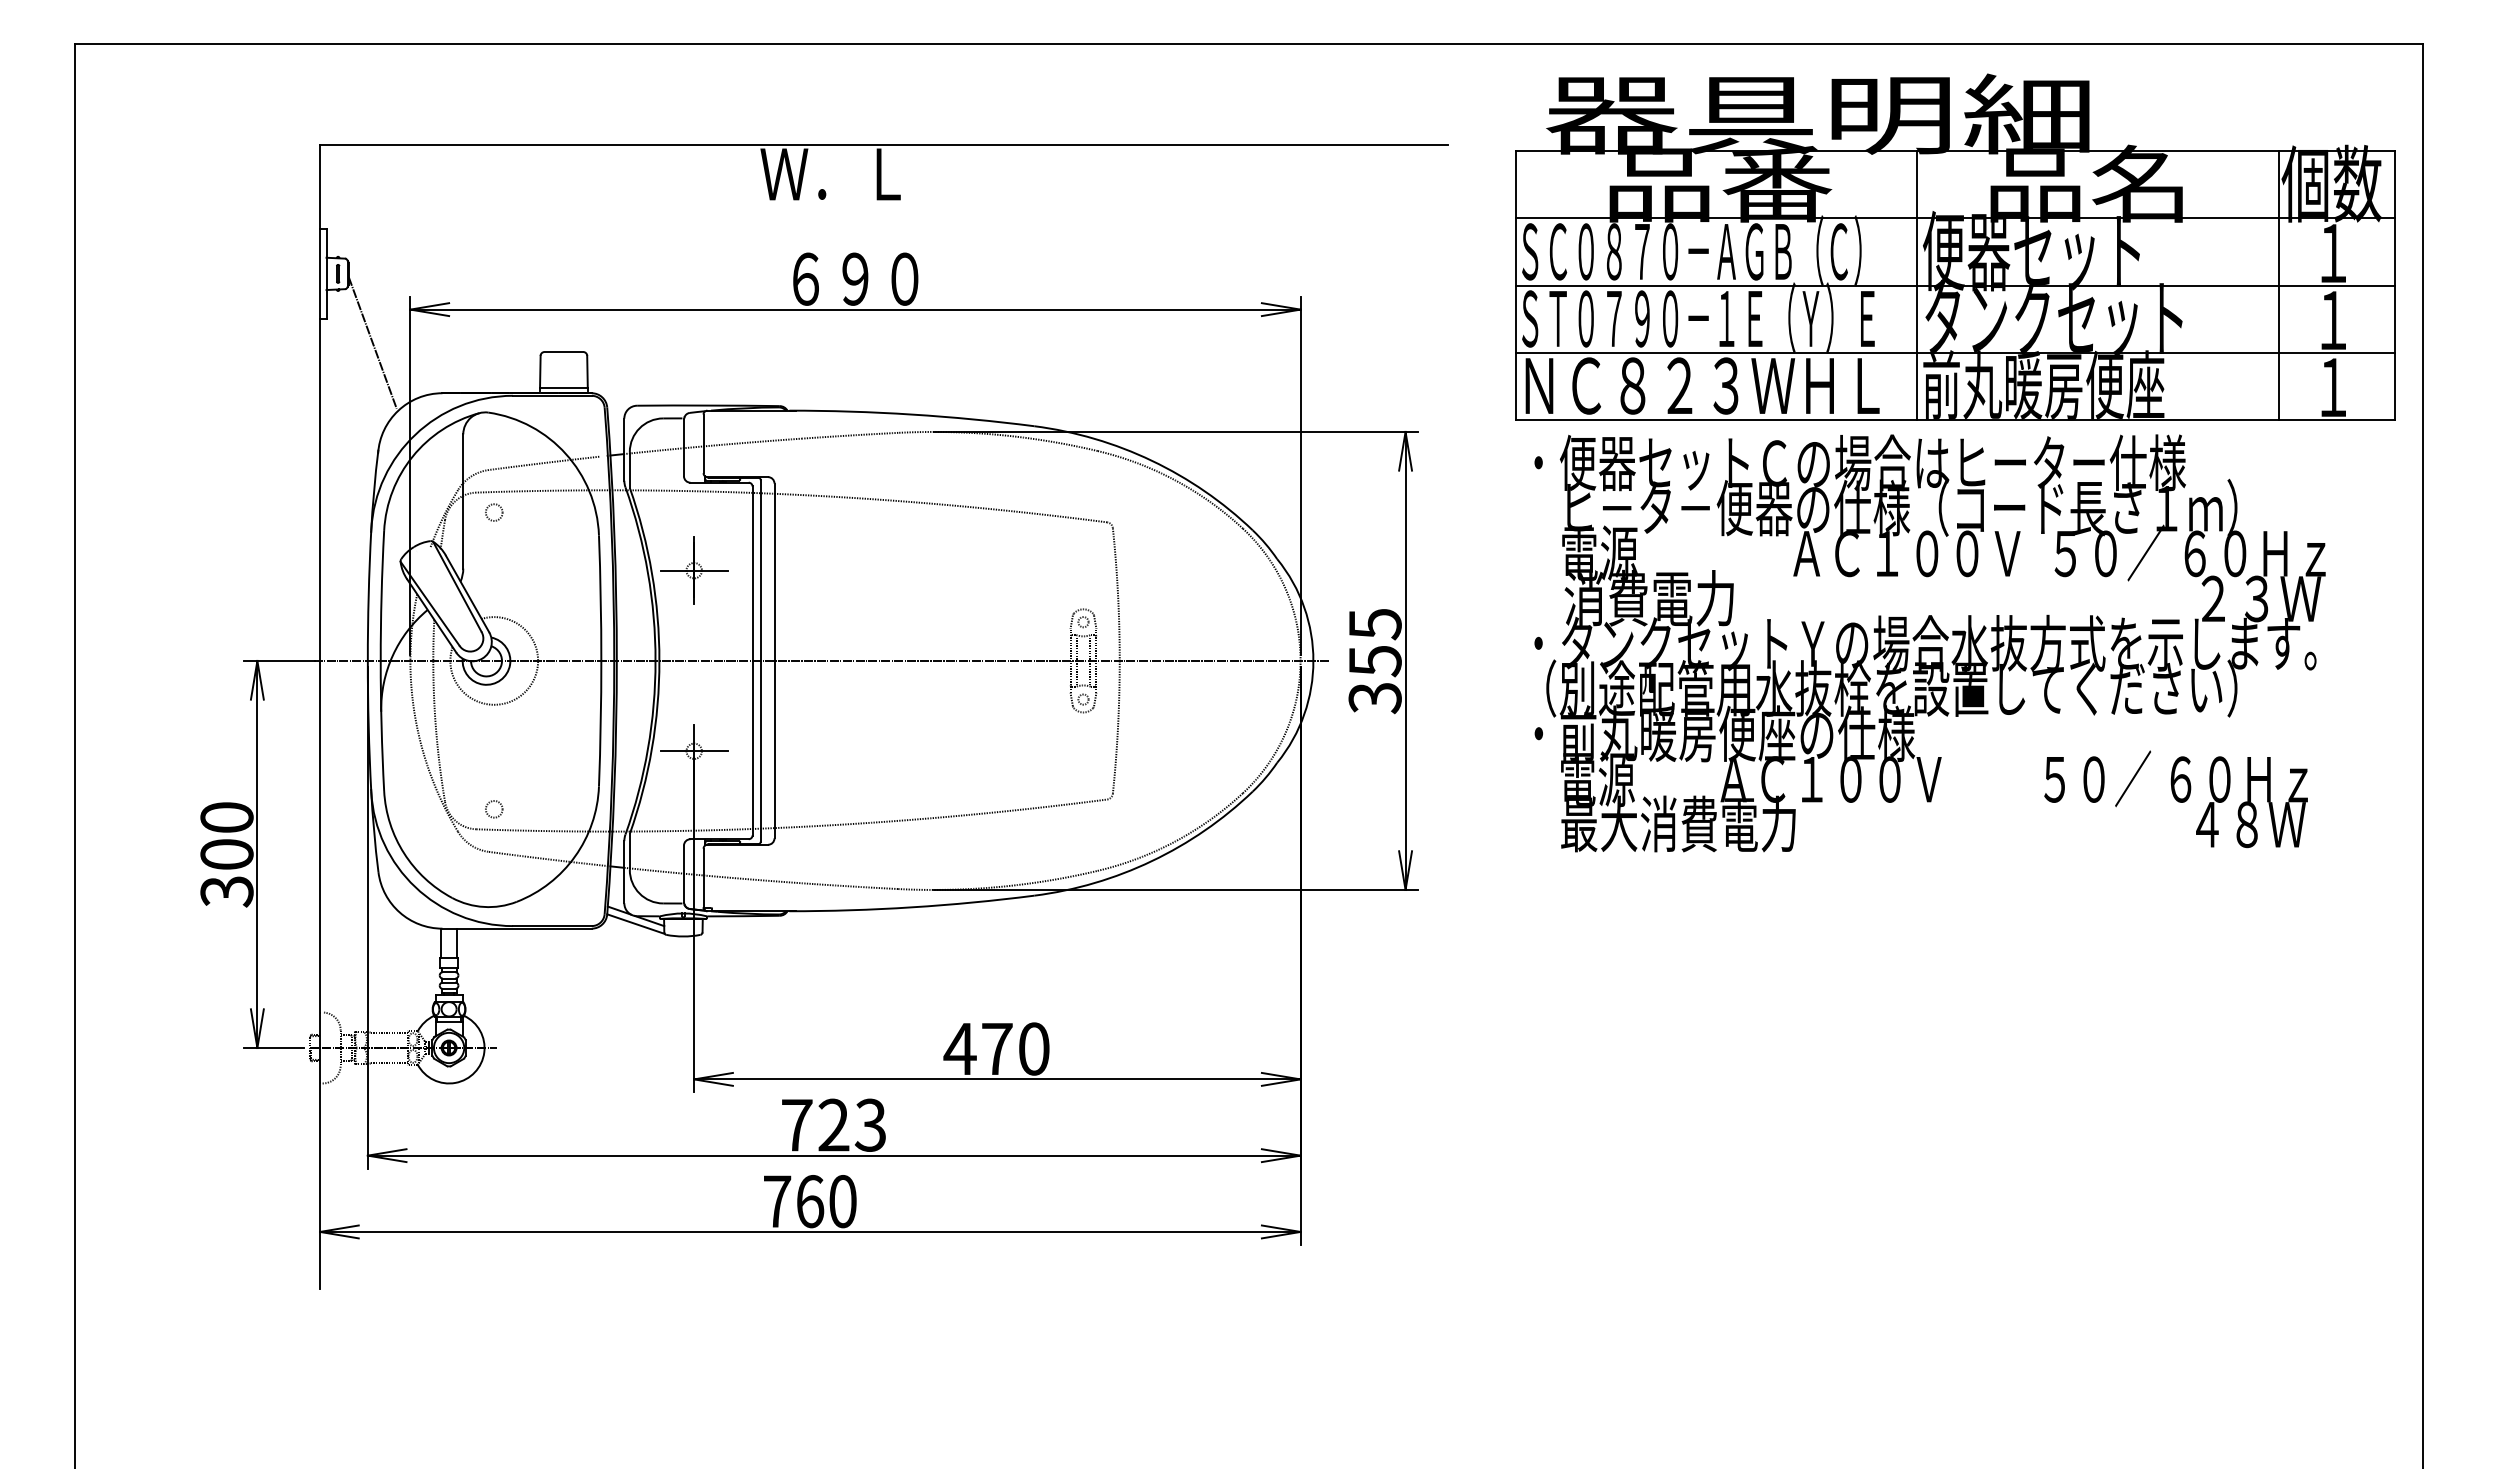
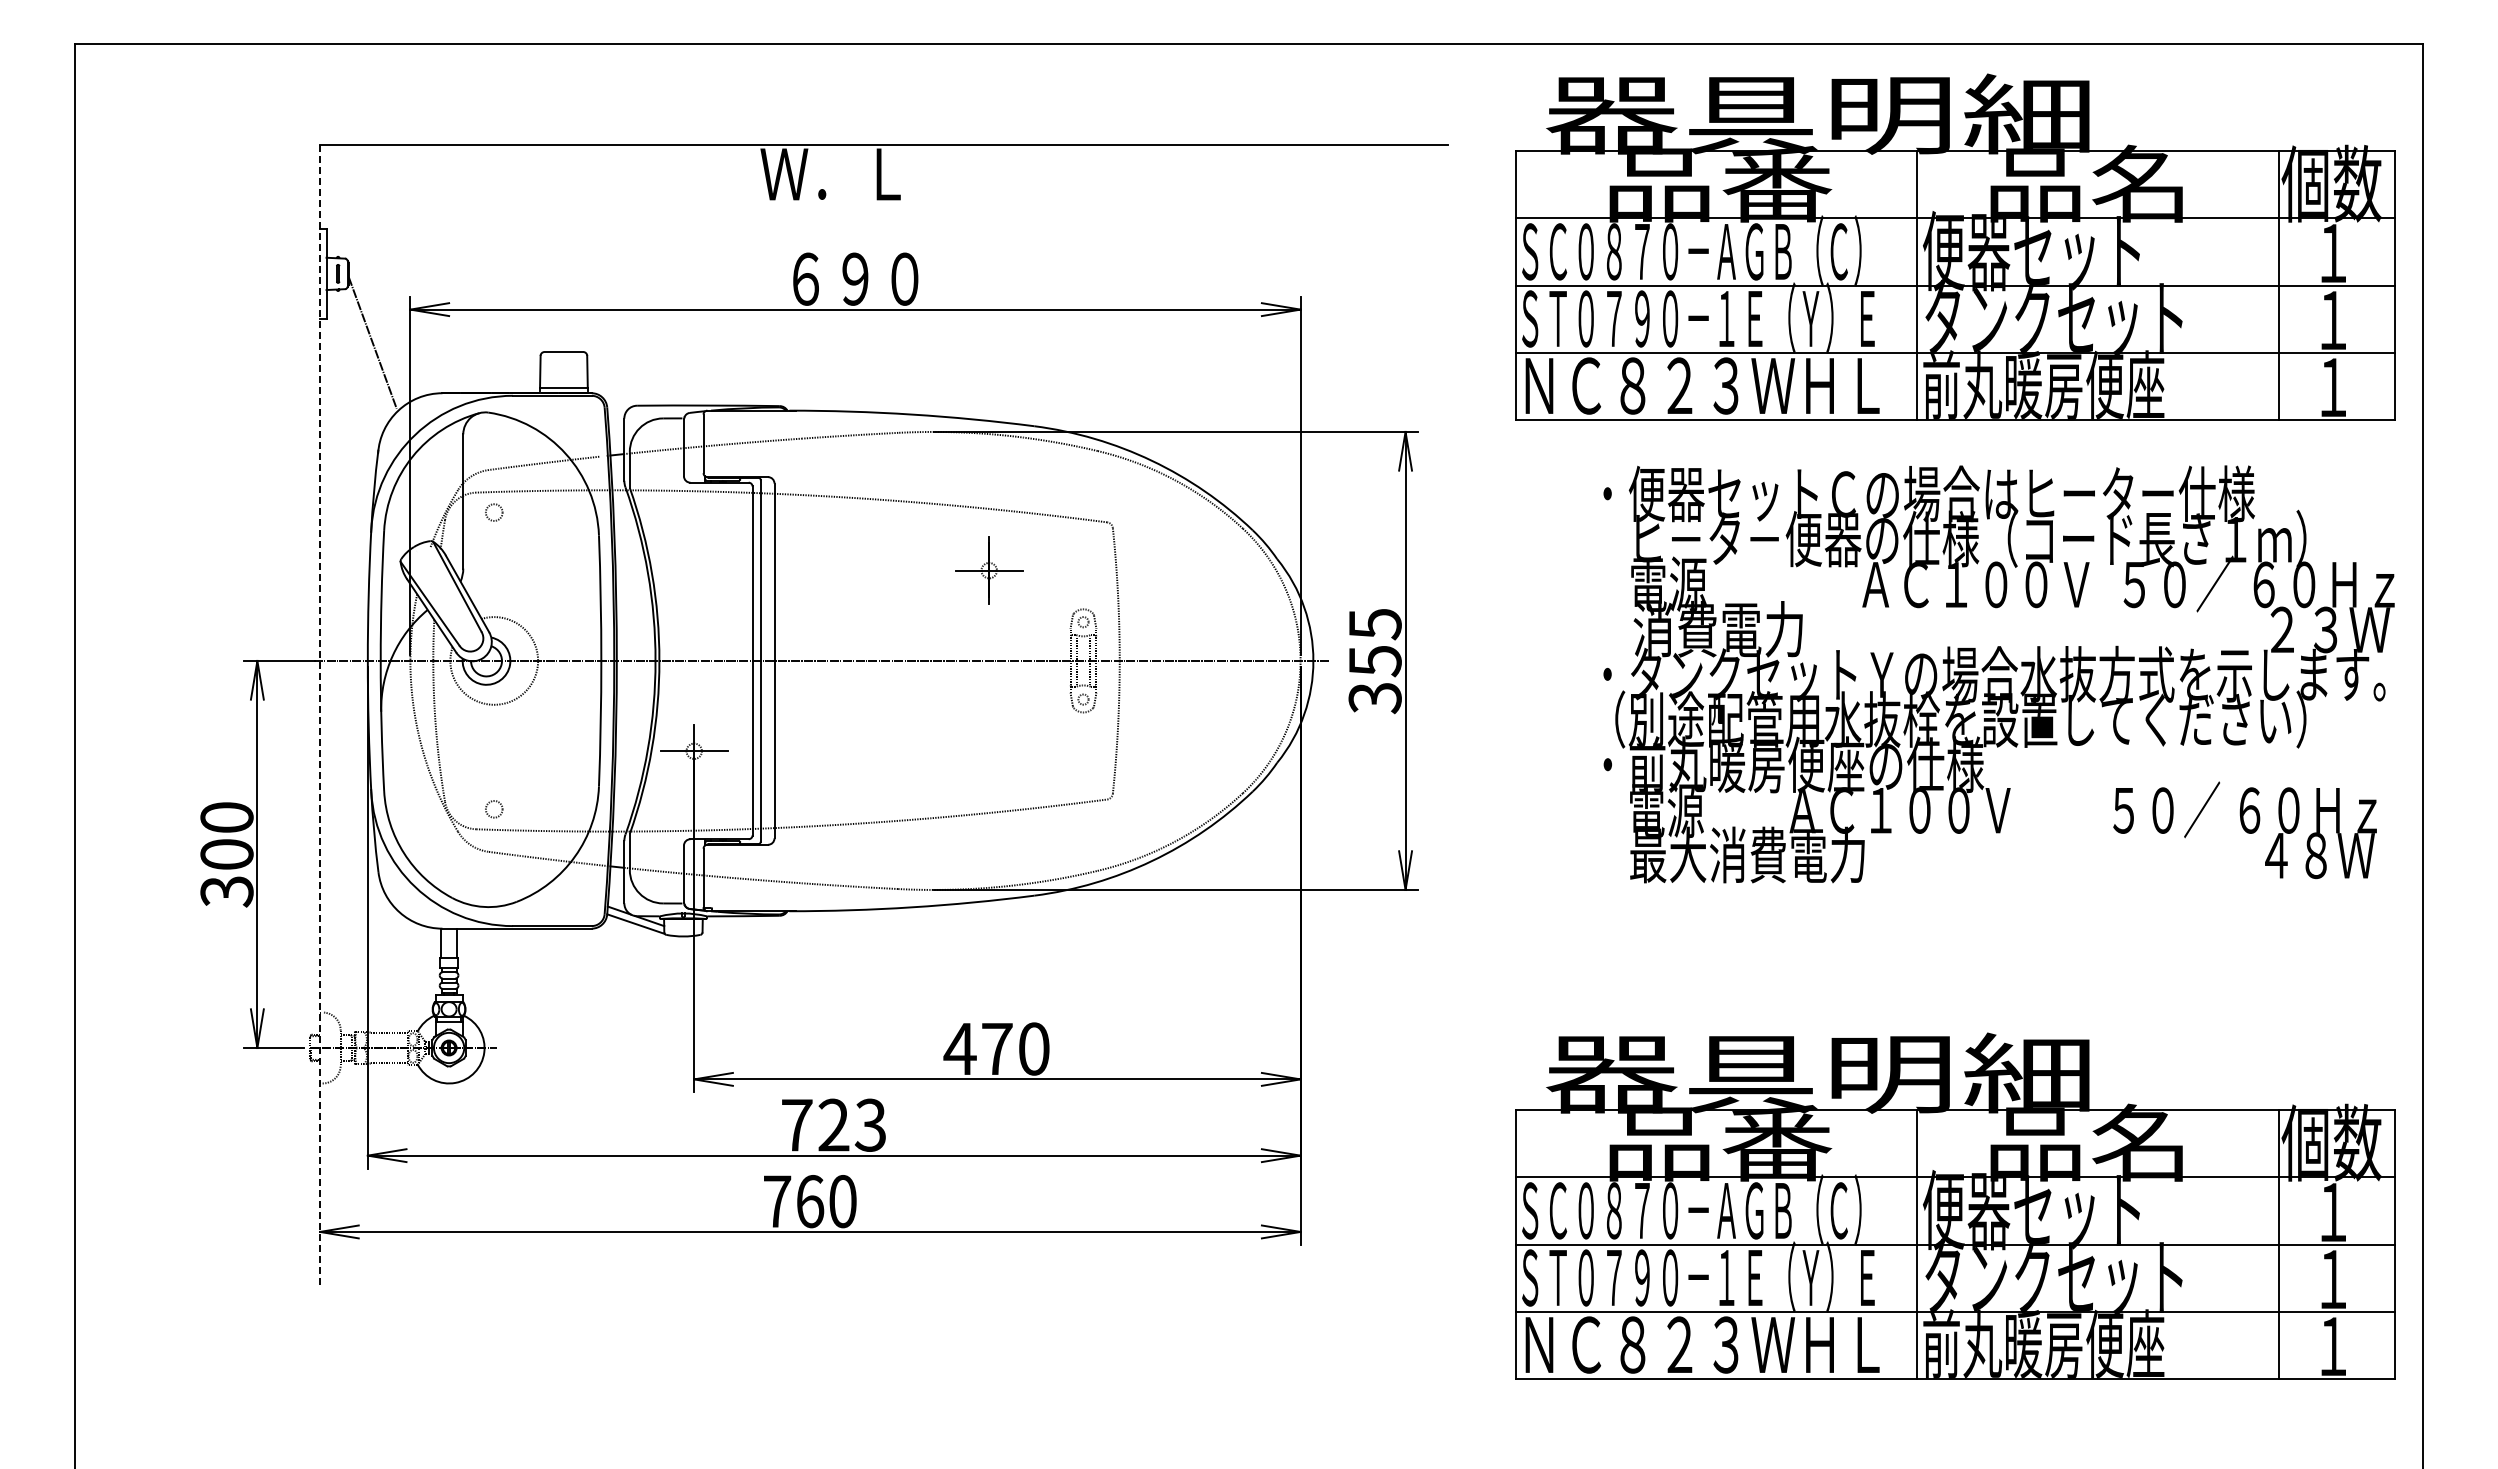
part at (694, 570) position: (694, 570) -> (989, 570)
text at (1929, 643) position: (1929, 643) -> (1998, 674)
line at (320, 717): solid -> dashed
part at (1955, 1205): none -> present
